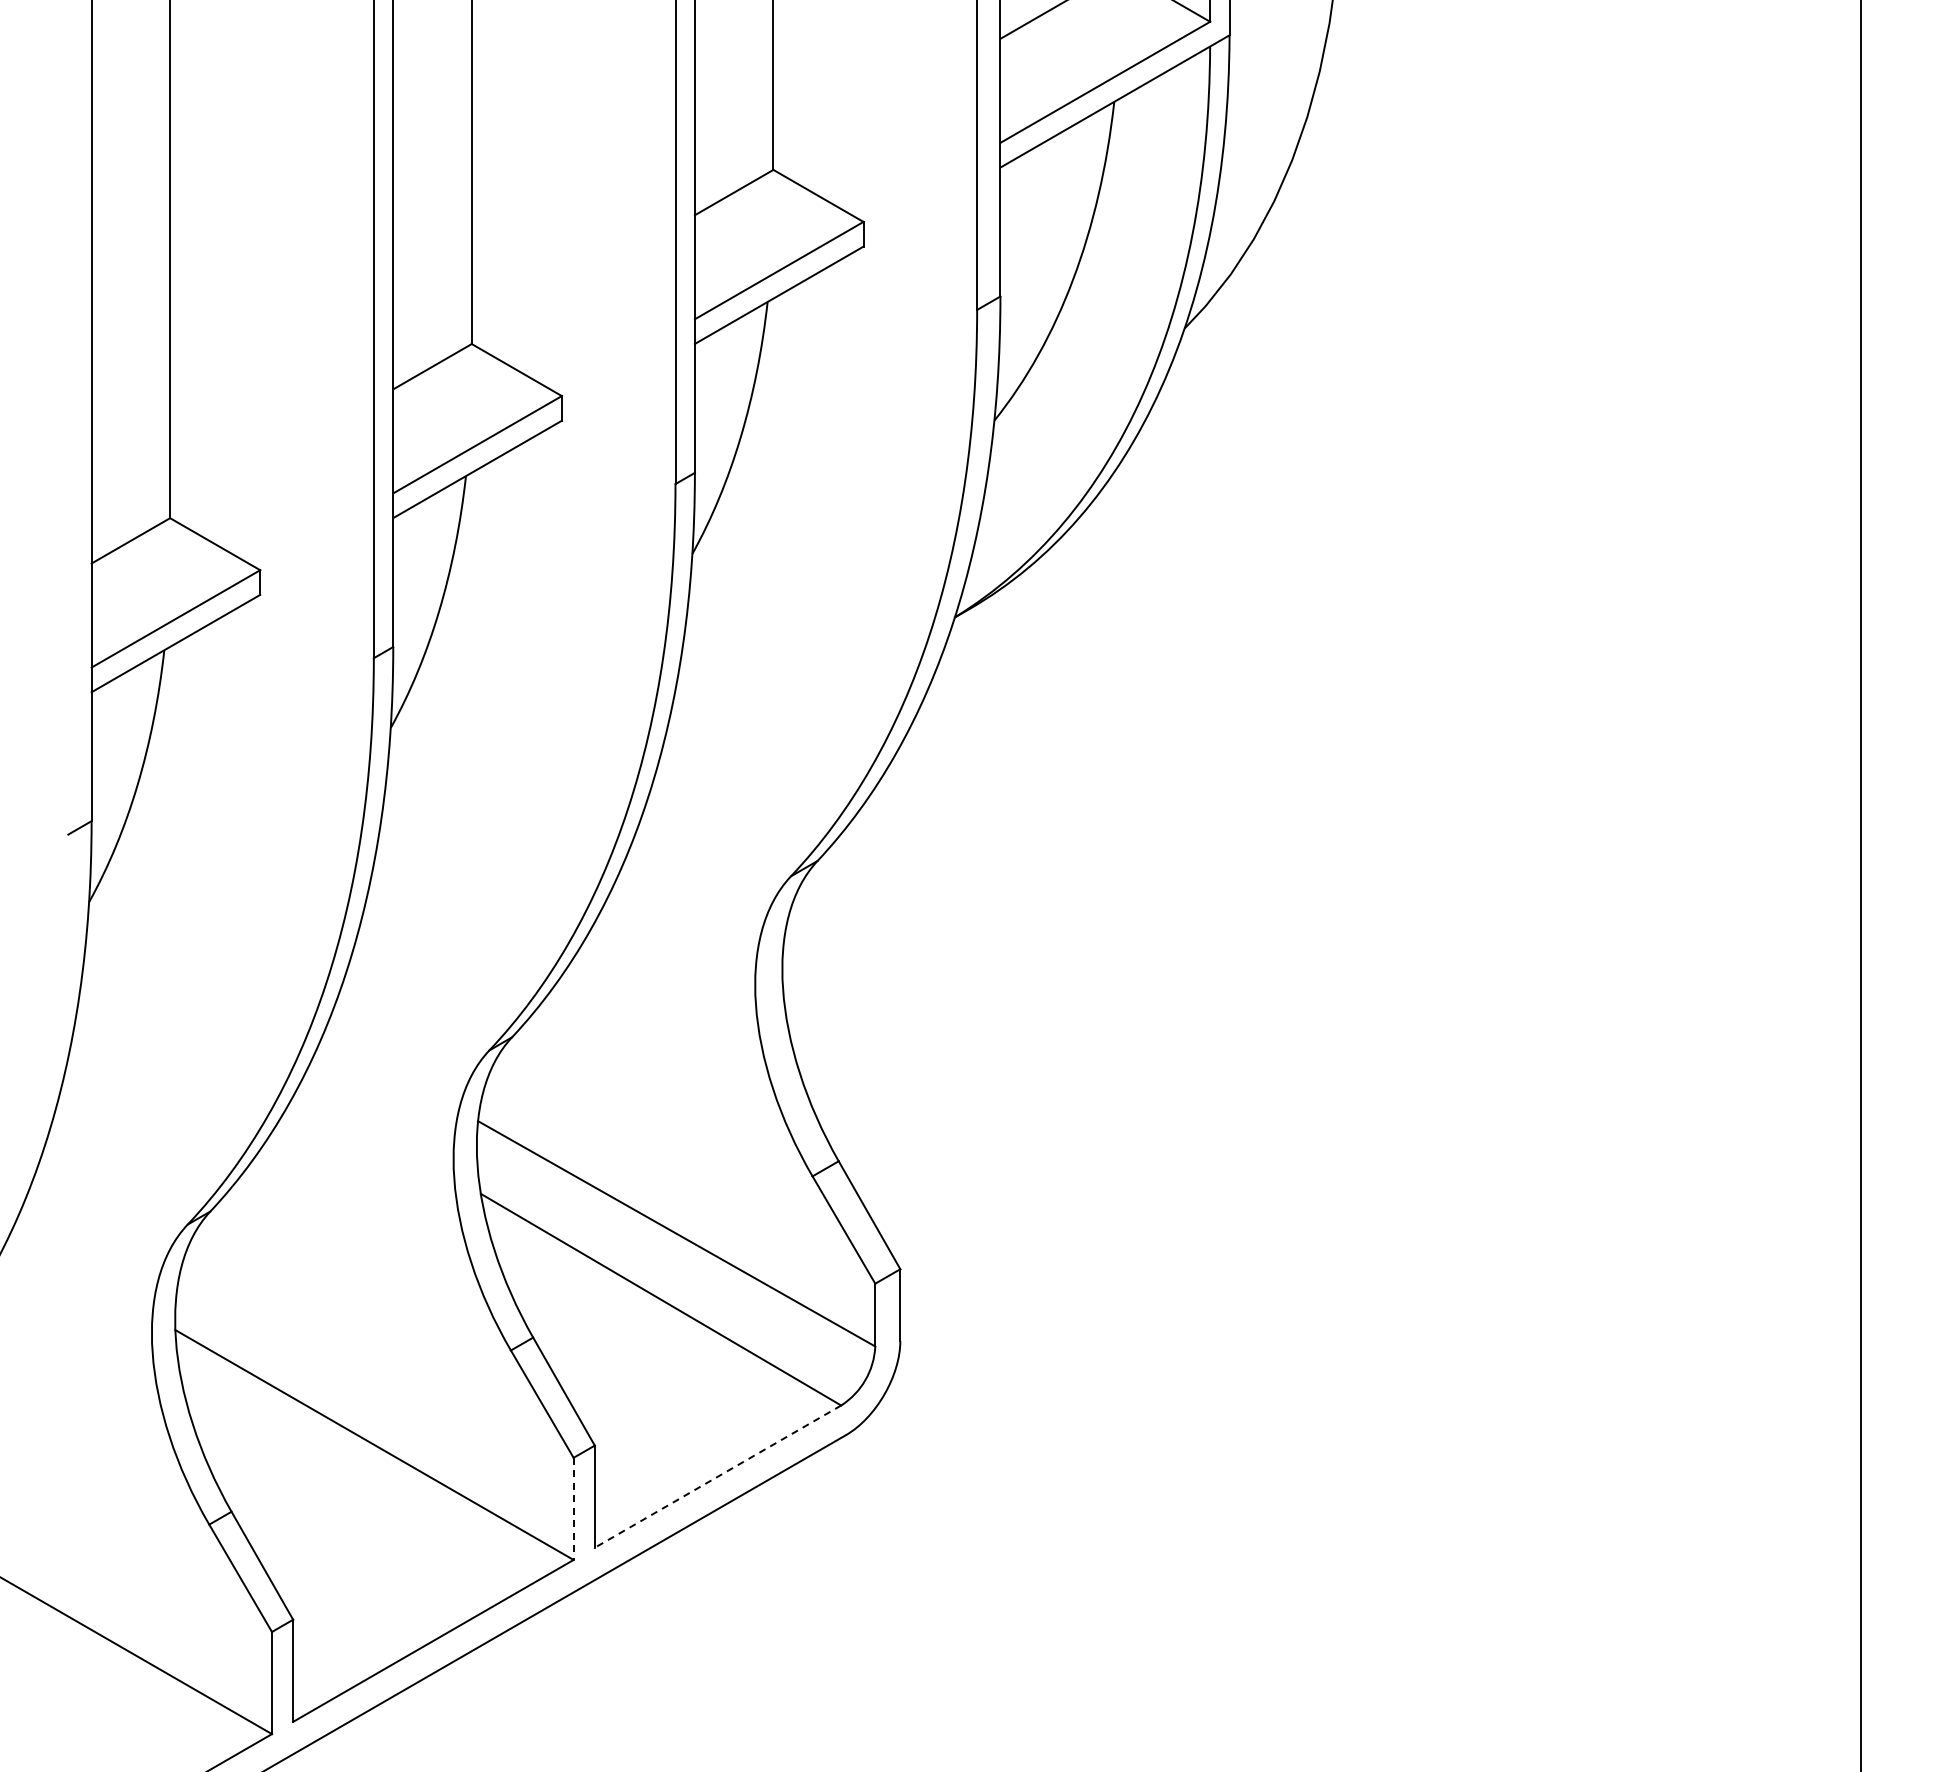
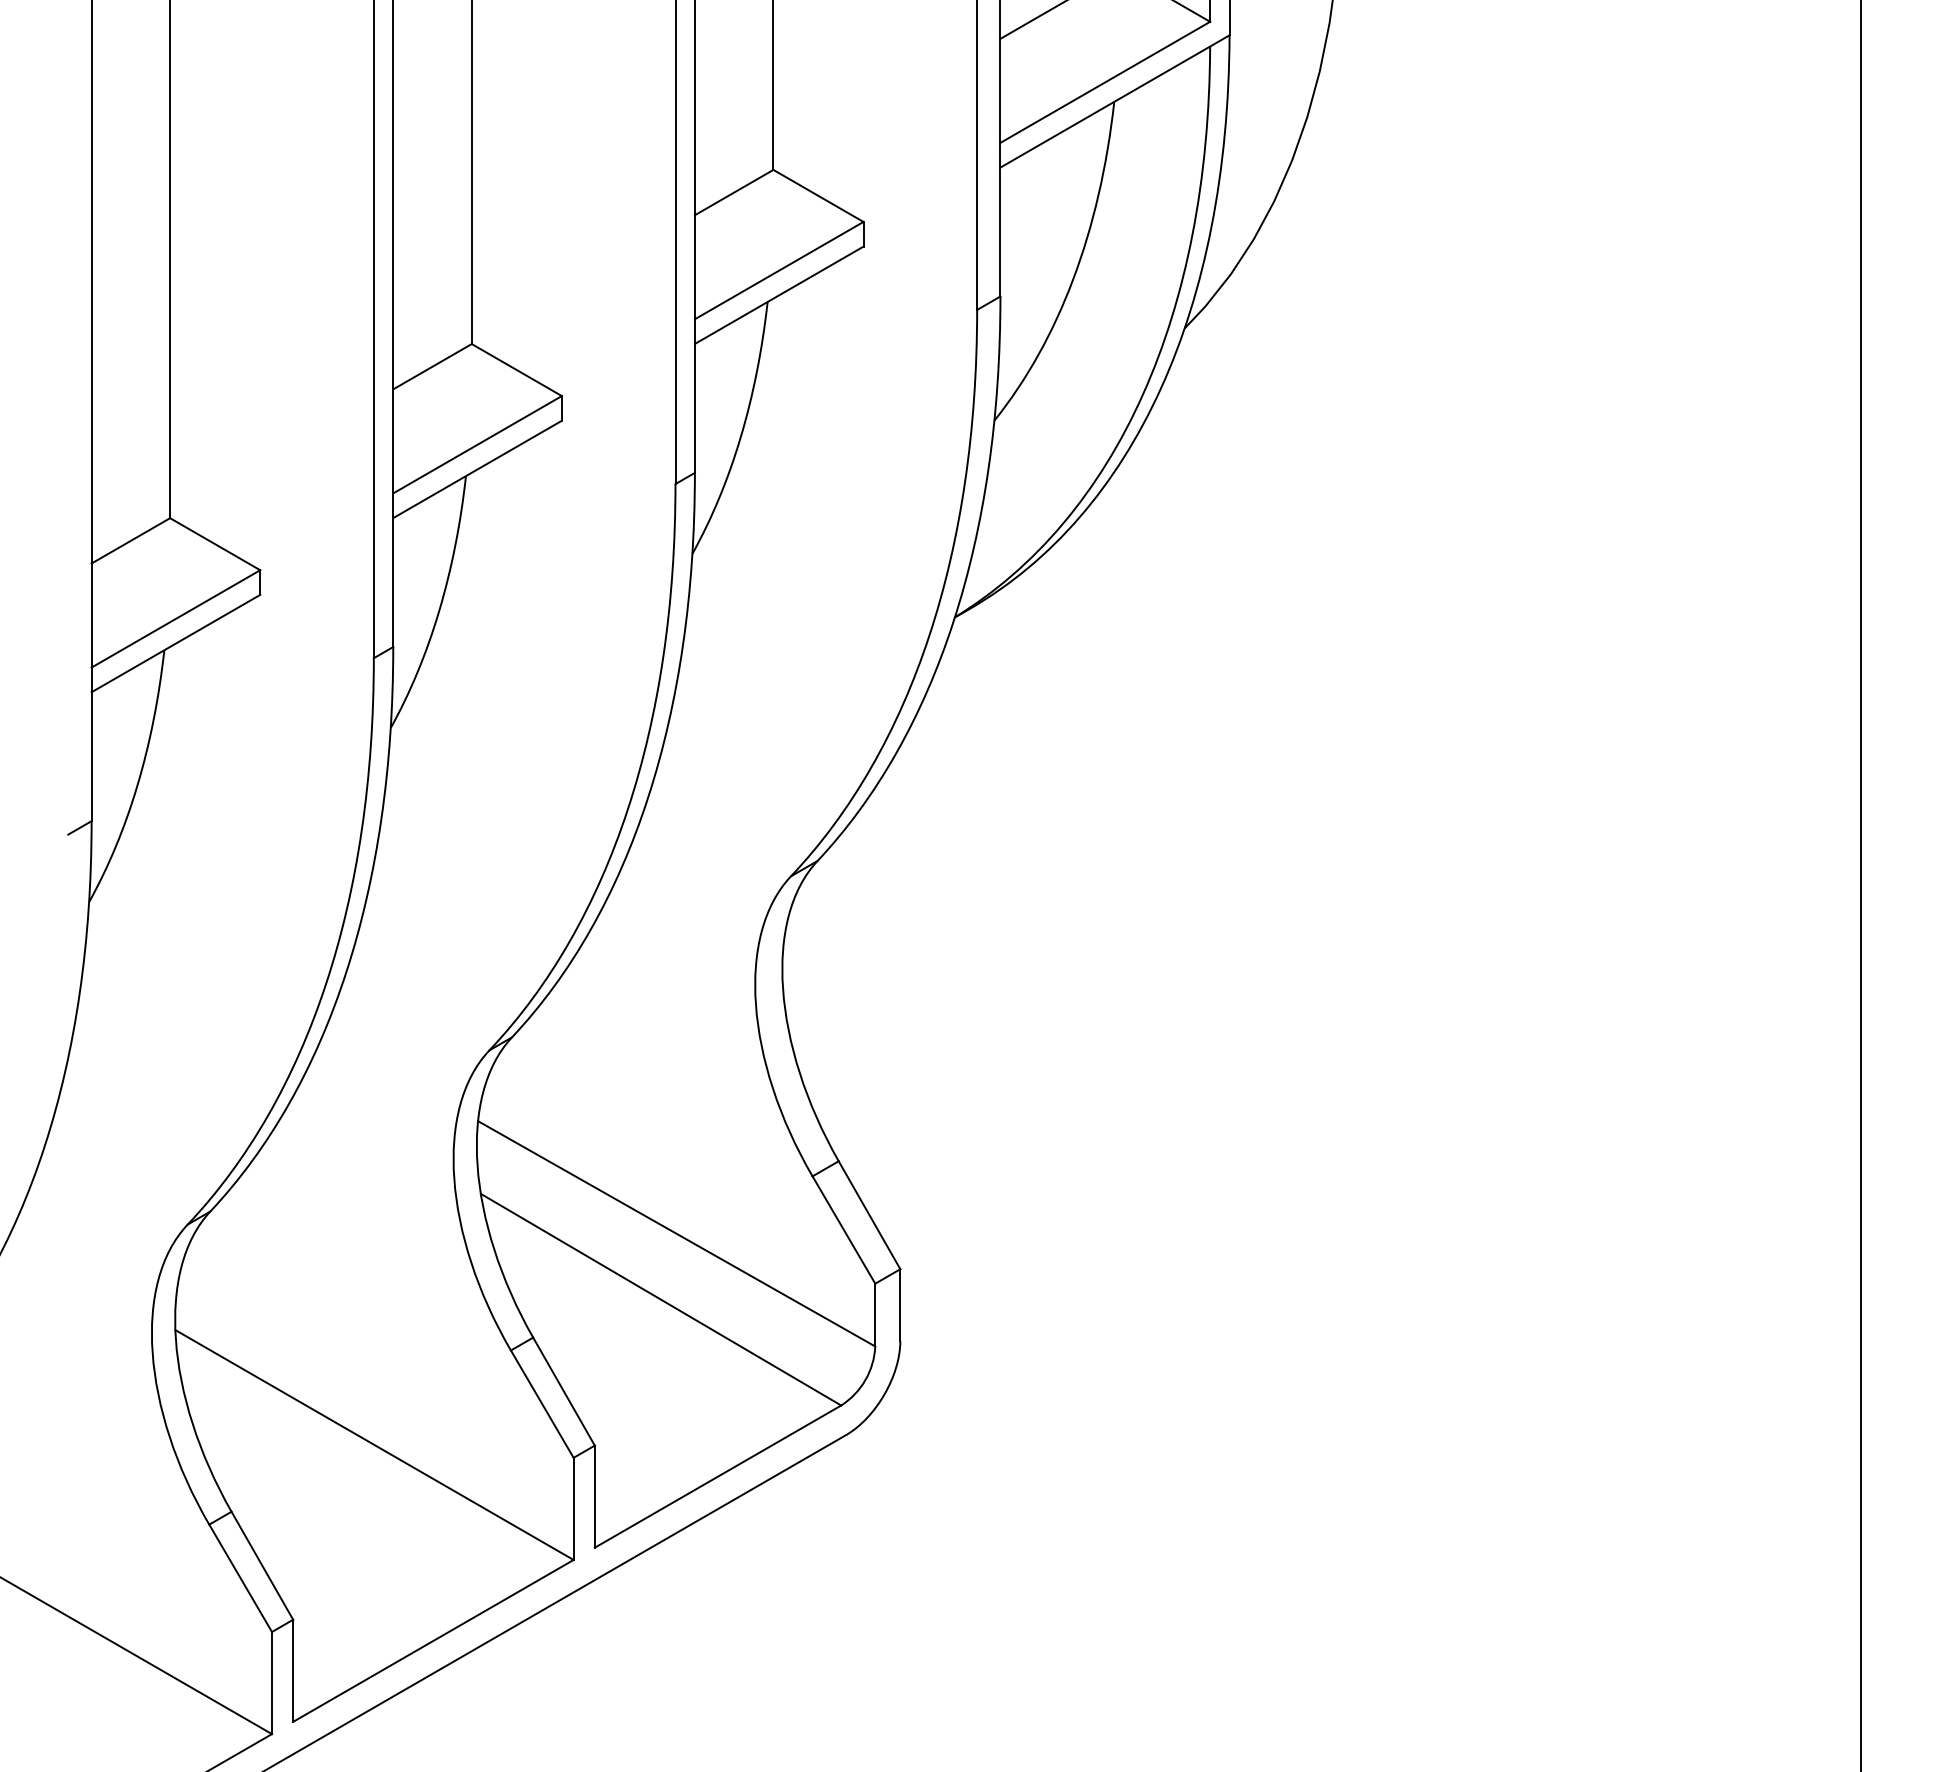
line at (717, 1476): dashed -> solid
line at (573, 1509): dashed -> solid
